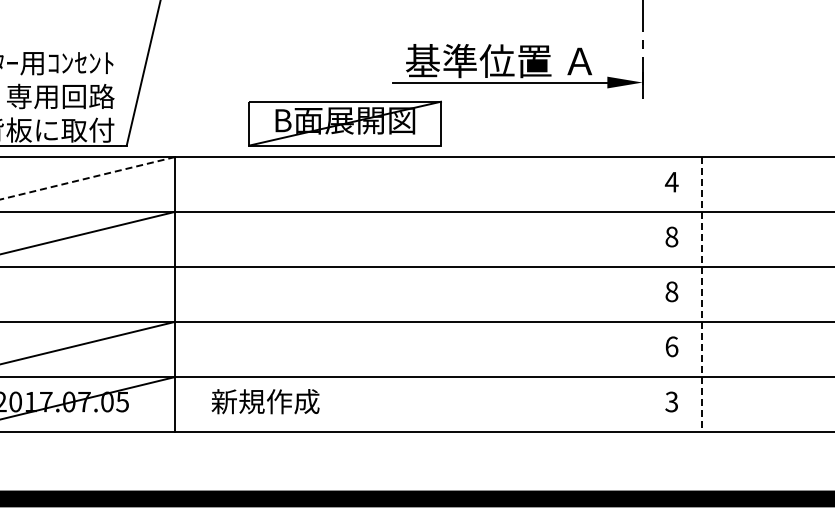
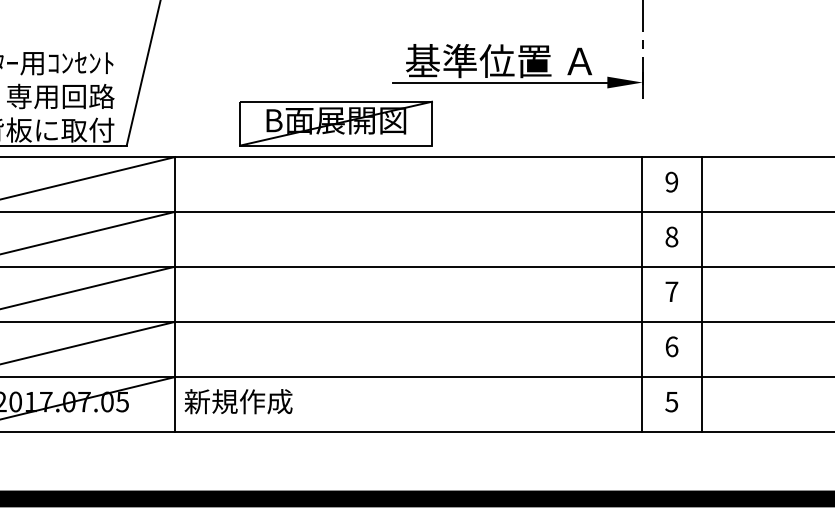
part at (344, 123) position: (344, 123) -> (335, 123)
line at (87, 178): dashed -> solid
text at (671, 181): 4 -> 9
line at (88, 287): none -> present
text at (671, 291): 8 -> 7
line at (641, 294): none -> present
line at (702, 295): dashed -> solid
text at (265, 401) position: (265, 401) -> (238, 401)
text at (672, 401): 3 -> 5
